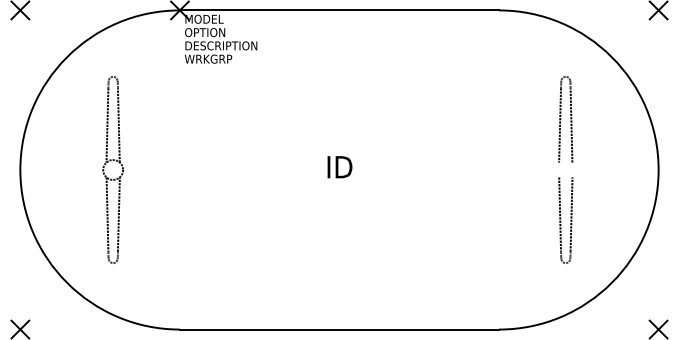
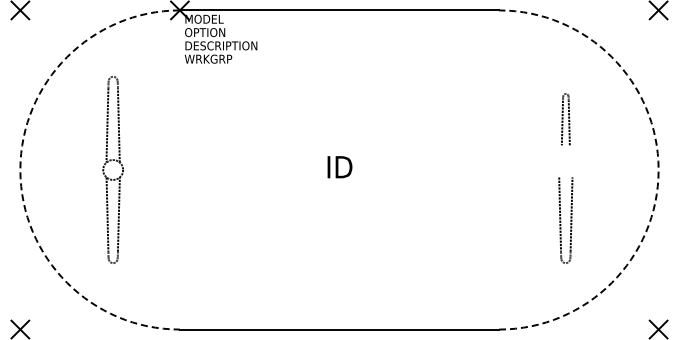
part at (565, 119) size: 16x87 px -> 10x53 px
arc at (20, 169): solid -> dashed
arc at (658, 170): solid -> dashed
